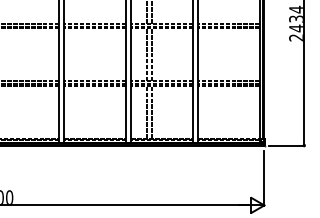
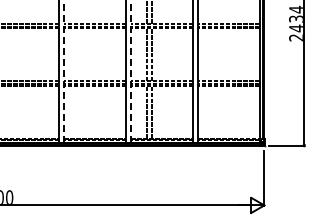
line at (64, 71): solid -> dashed
line at (131, 71): solid -> dashed
